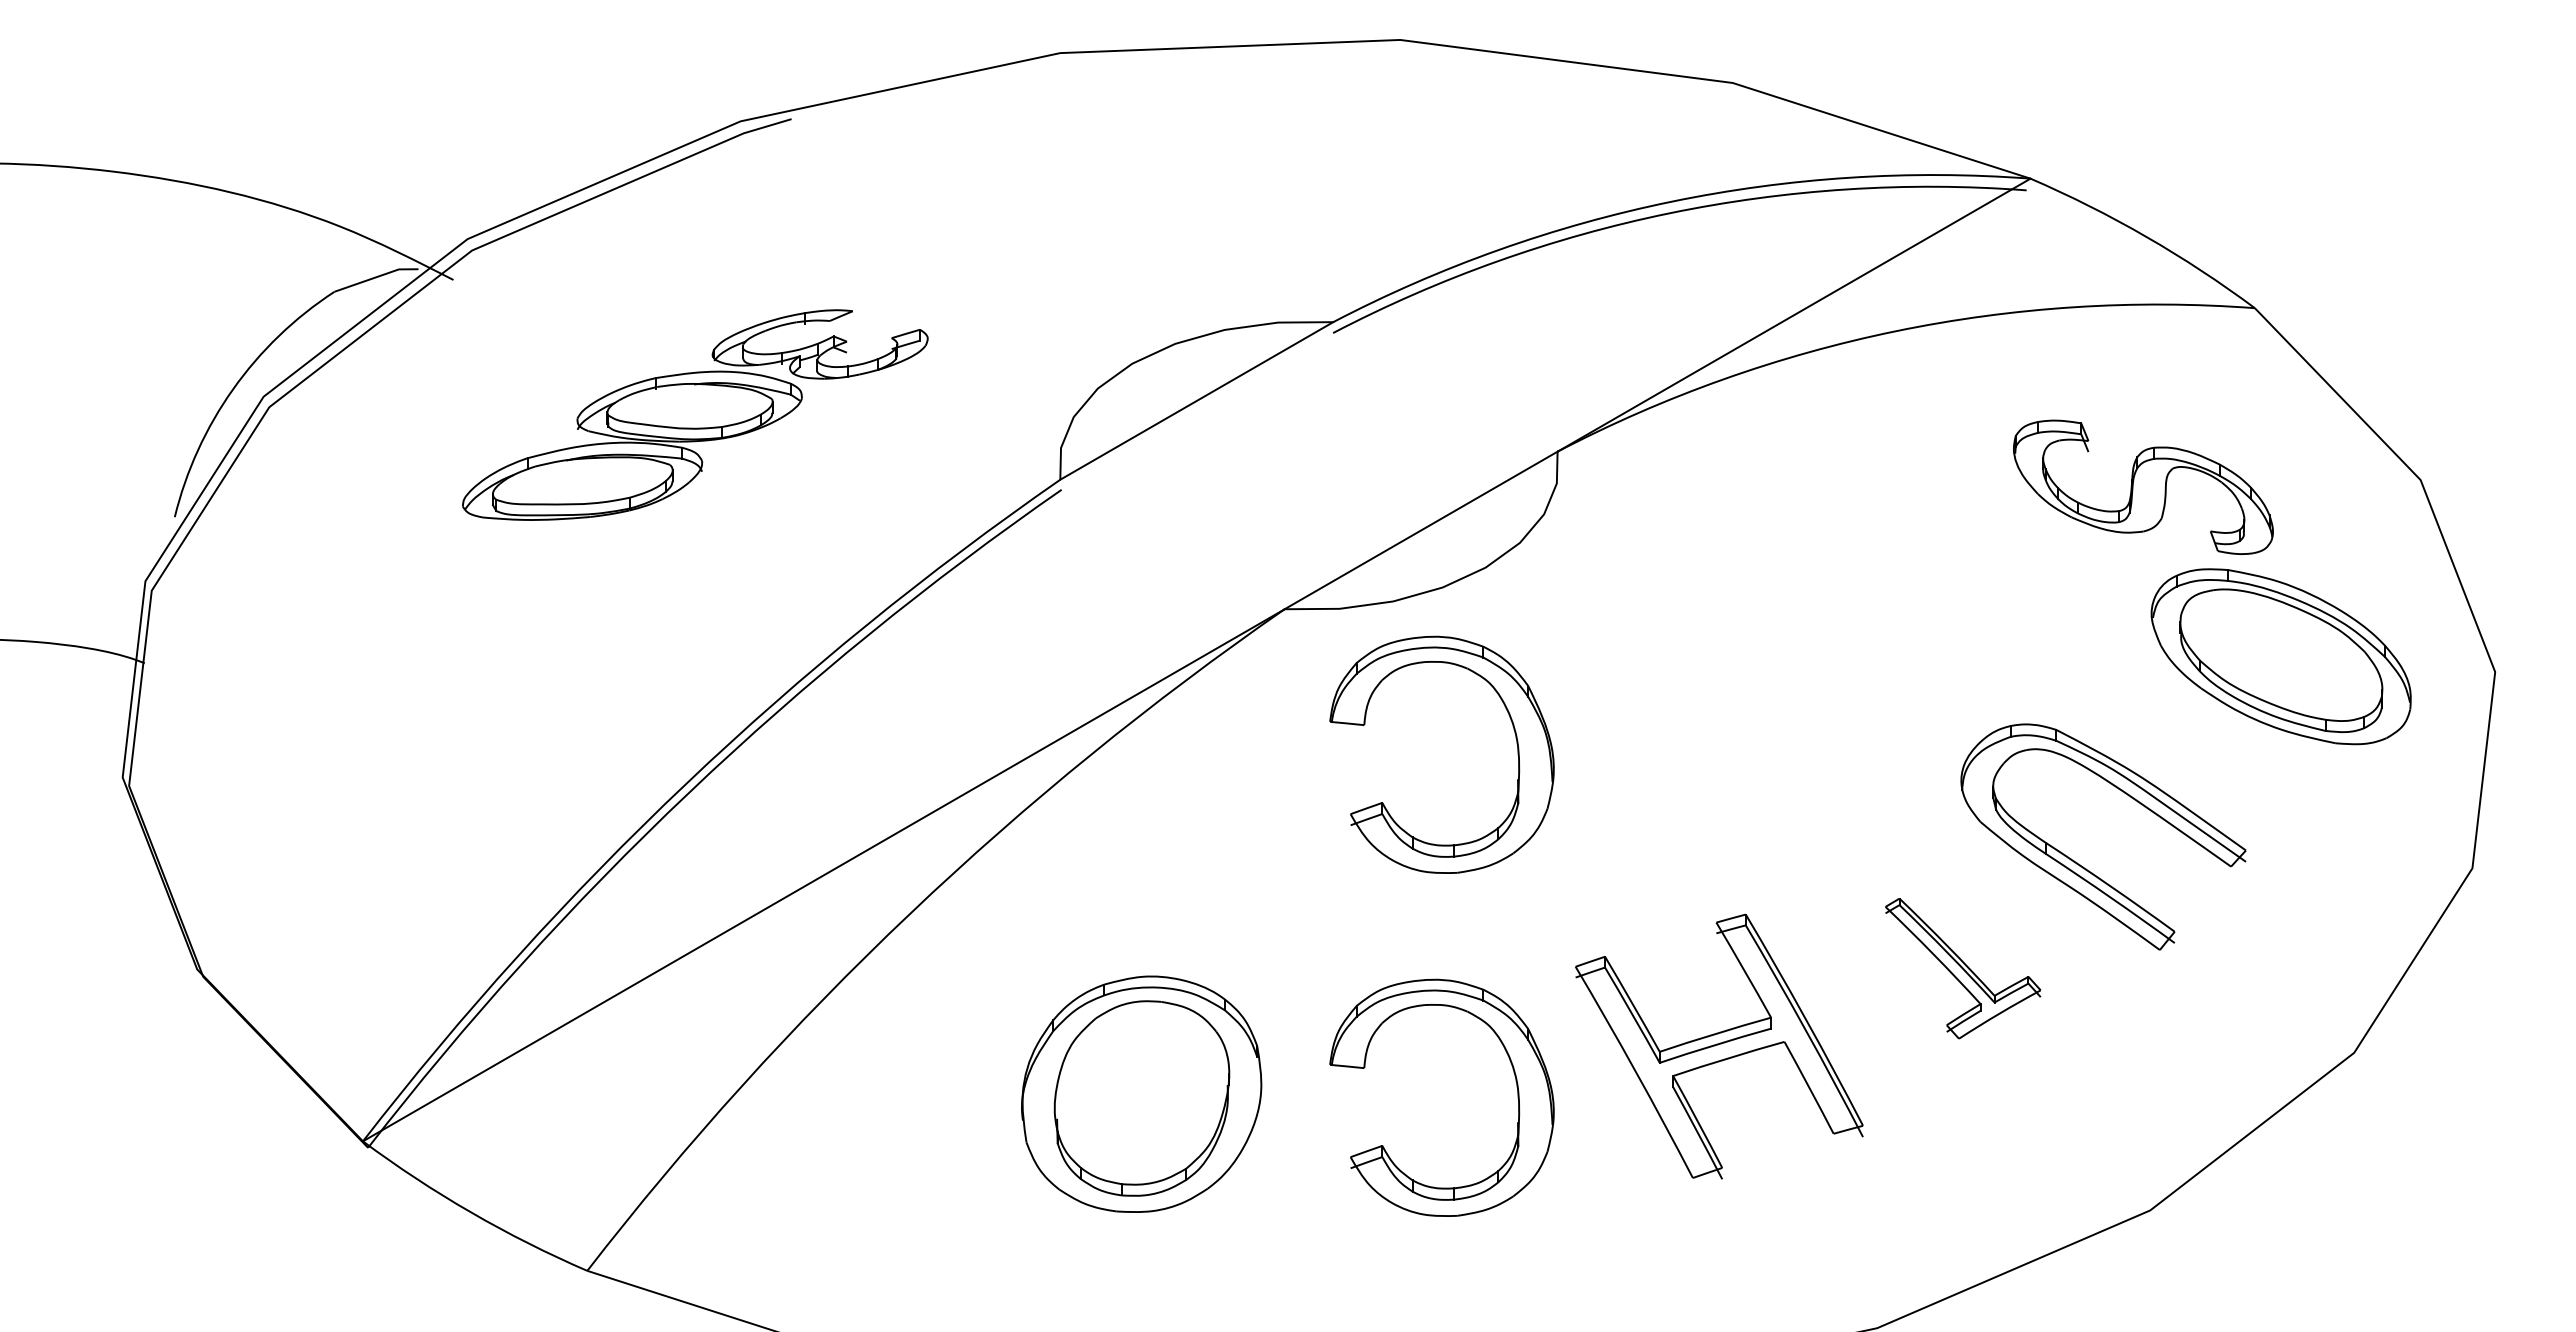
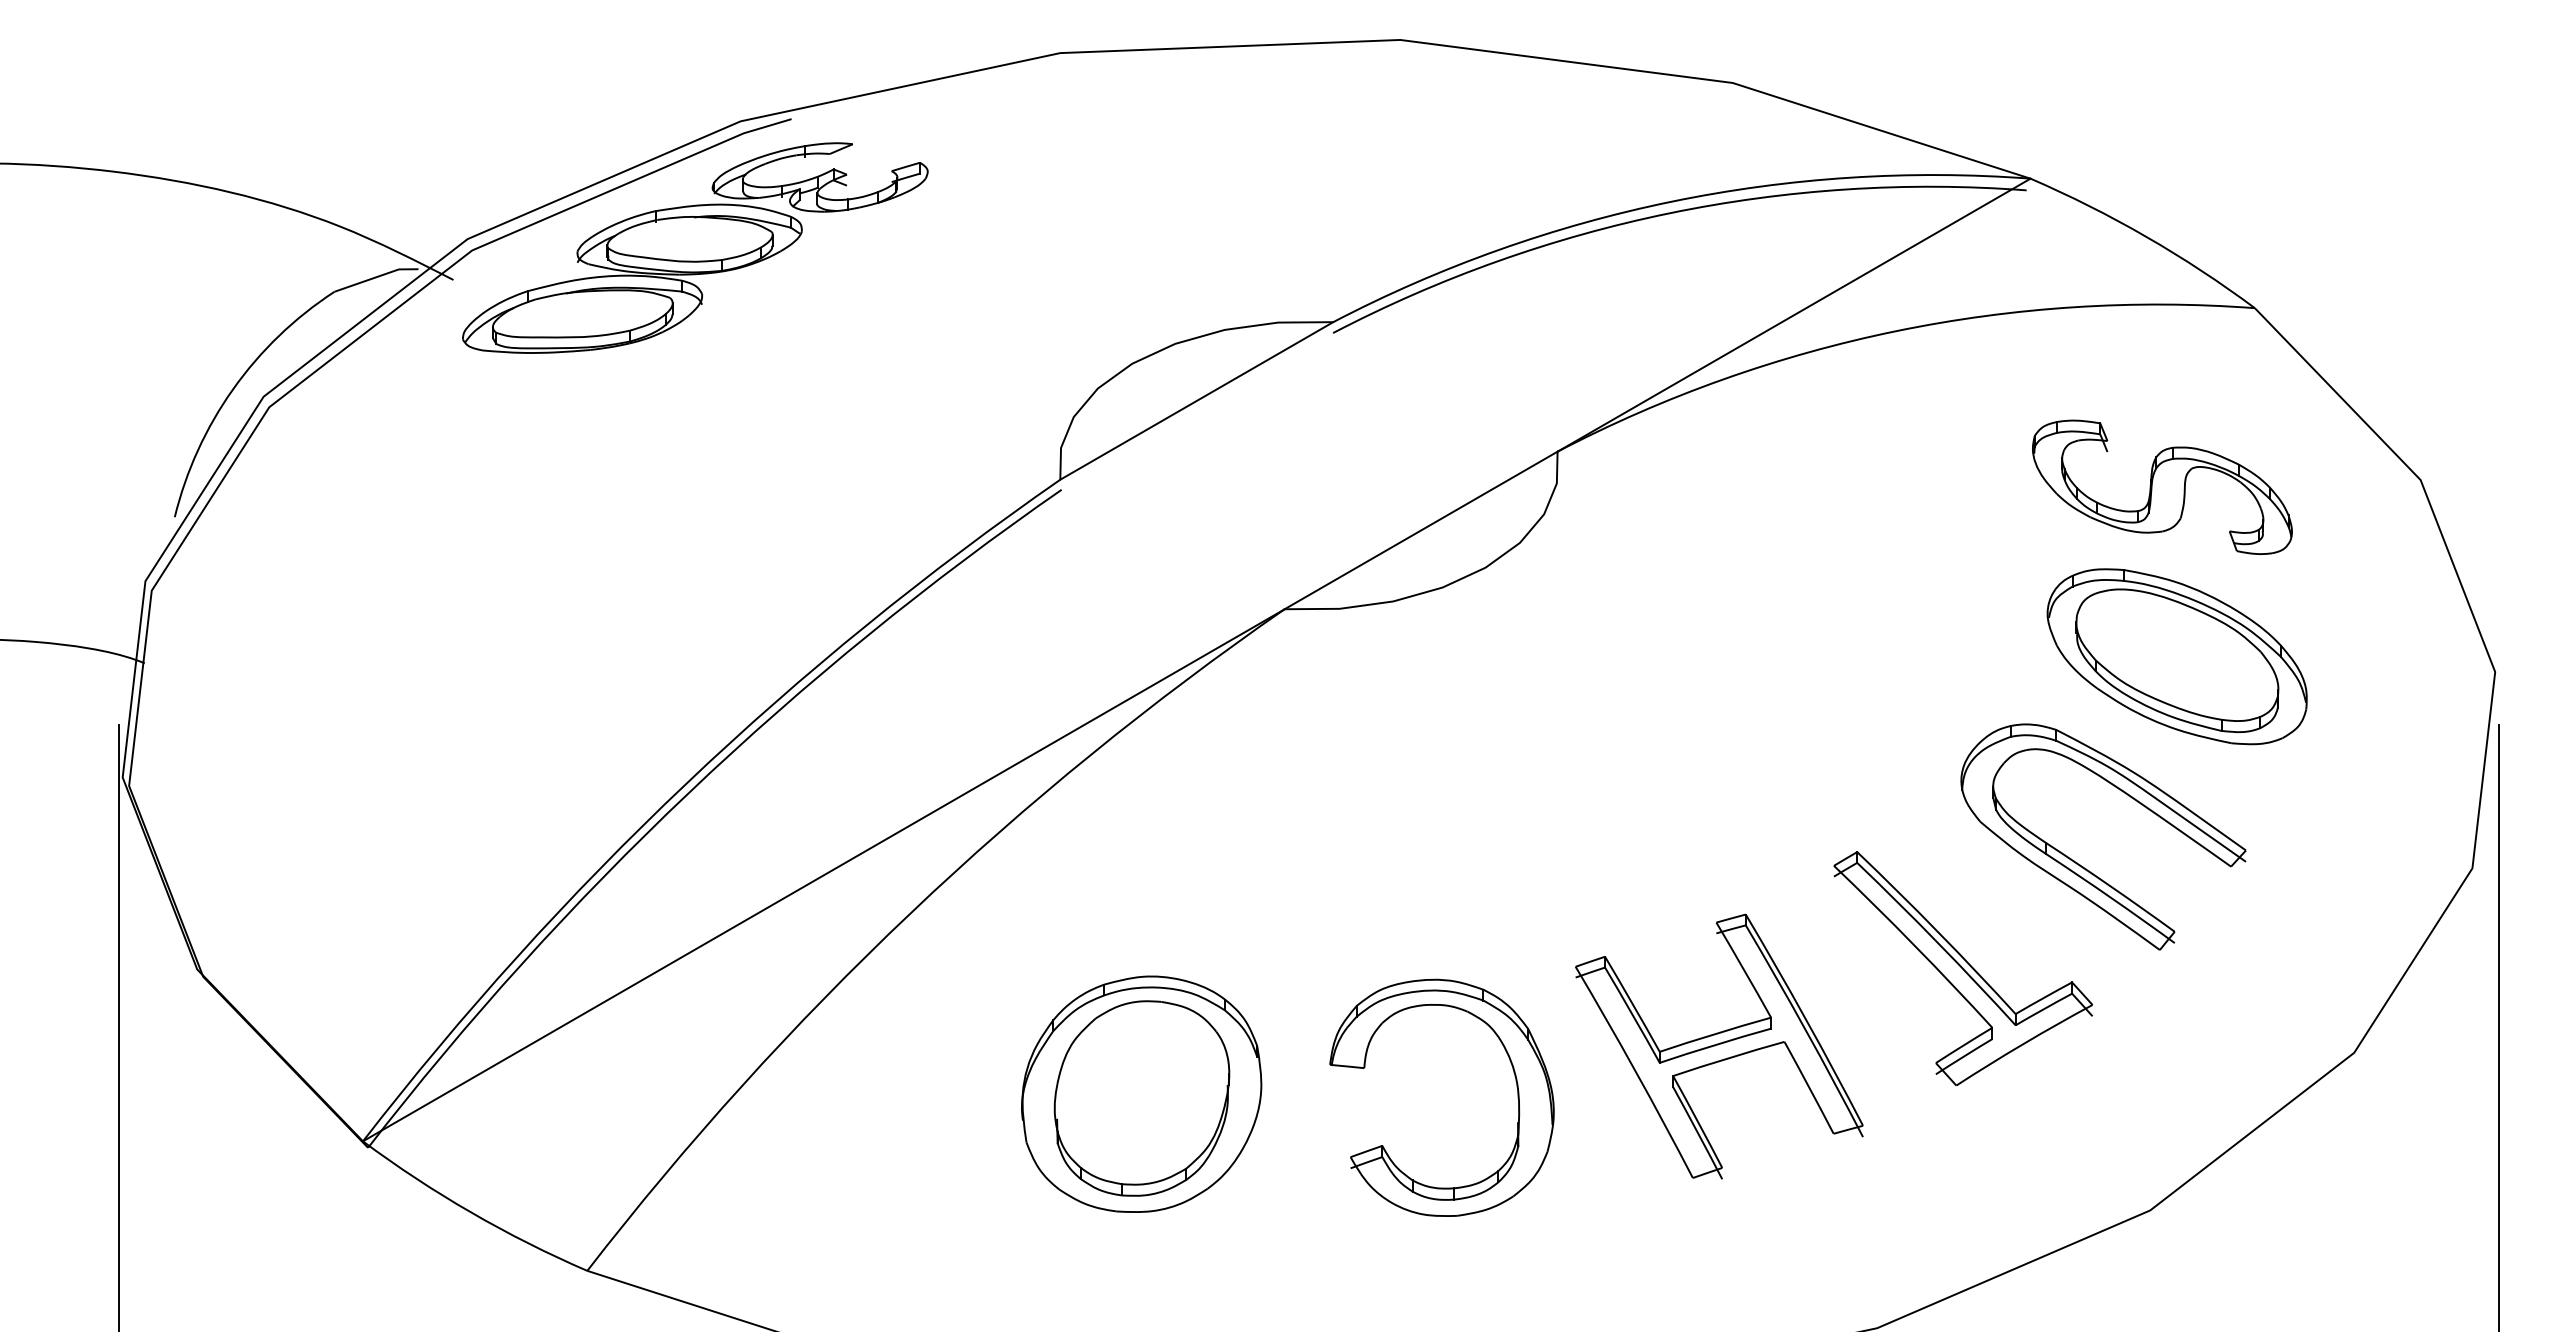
part at (695, 414) position: (695, 414) -> (695, 247)
part at (2143, 486) position: (2143, 486) -> (2162, 486)
part at (2280, 656) position: (2280, 656) -> (2176, 656)
part at (1383, 802): present -> none
part at (1963, 968) size: 157x142 px -> 260x235 px
line at (119, 1026): none -> present
line at (2498, 1026): none -> present
